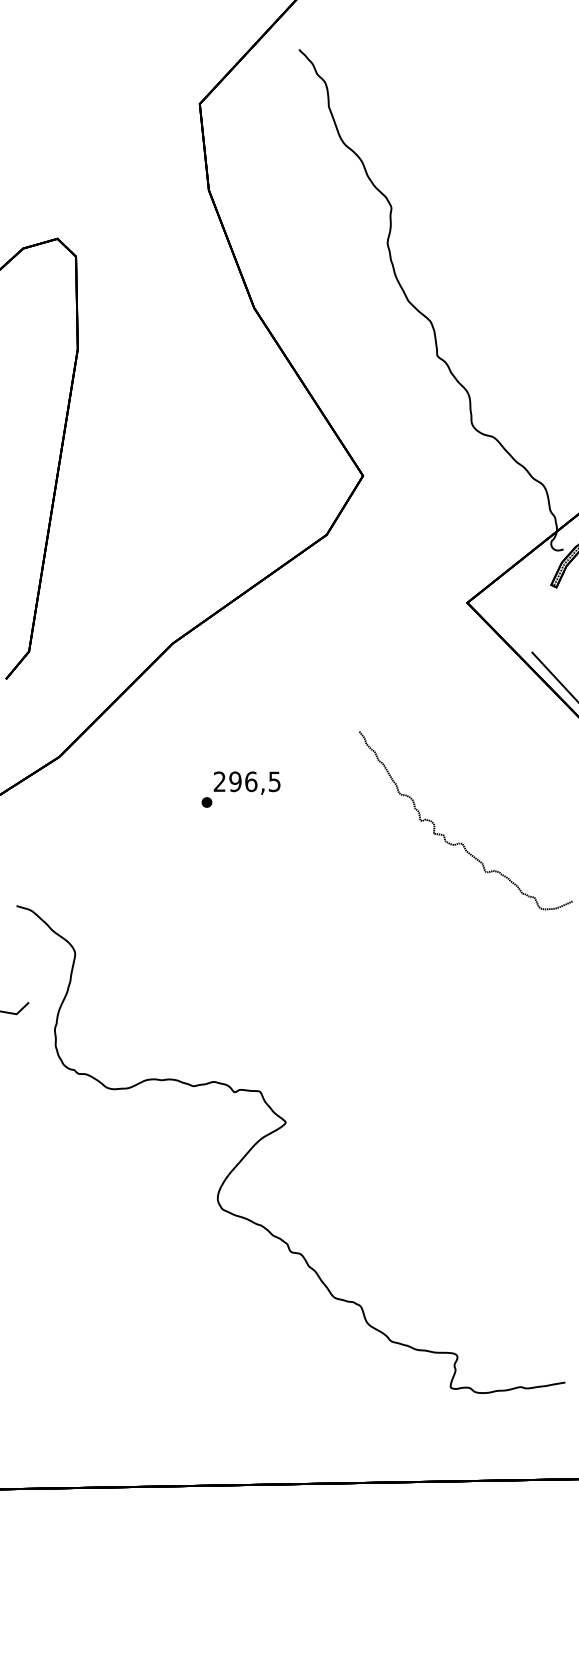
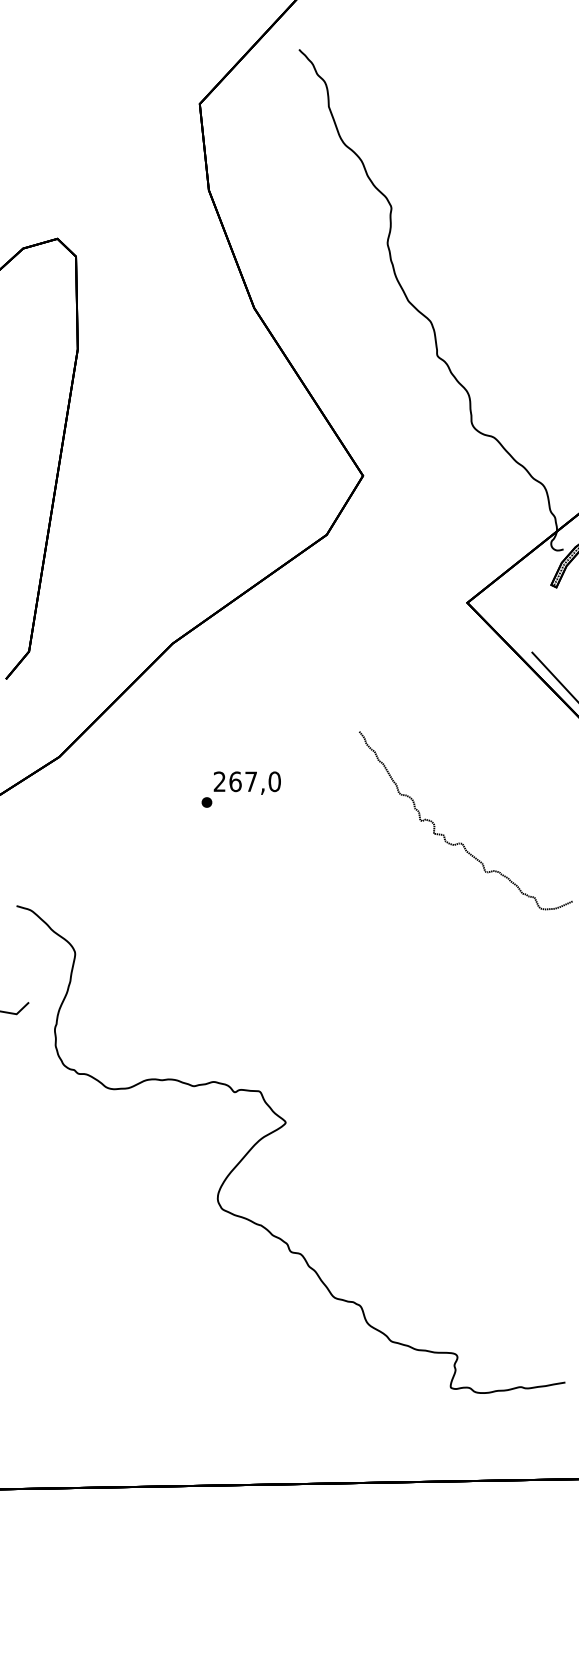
text at (254, 781): 296,5 -> 267,0
